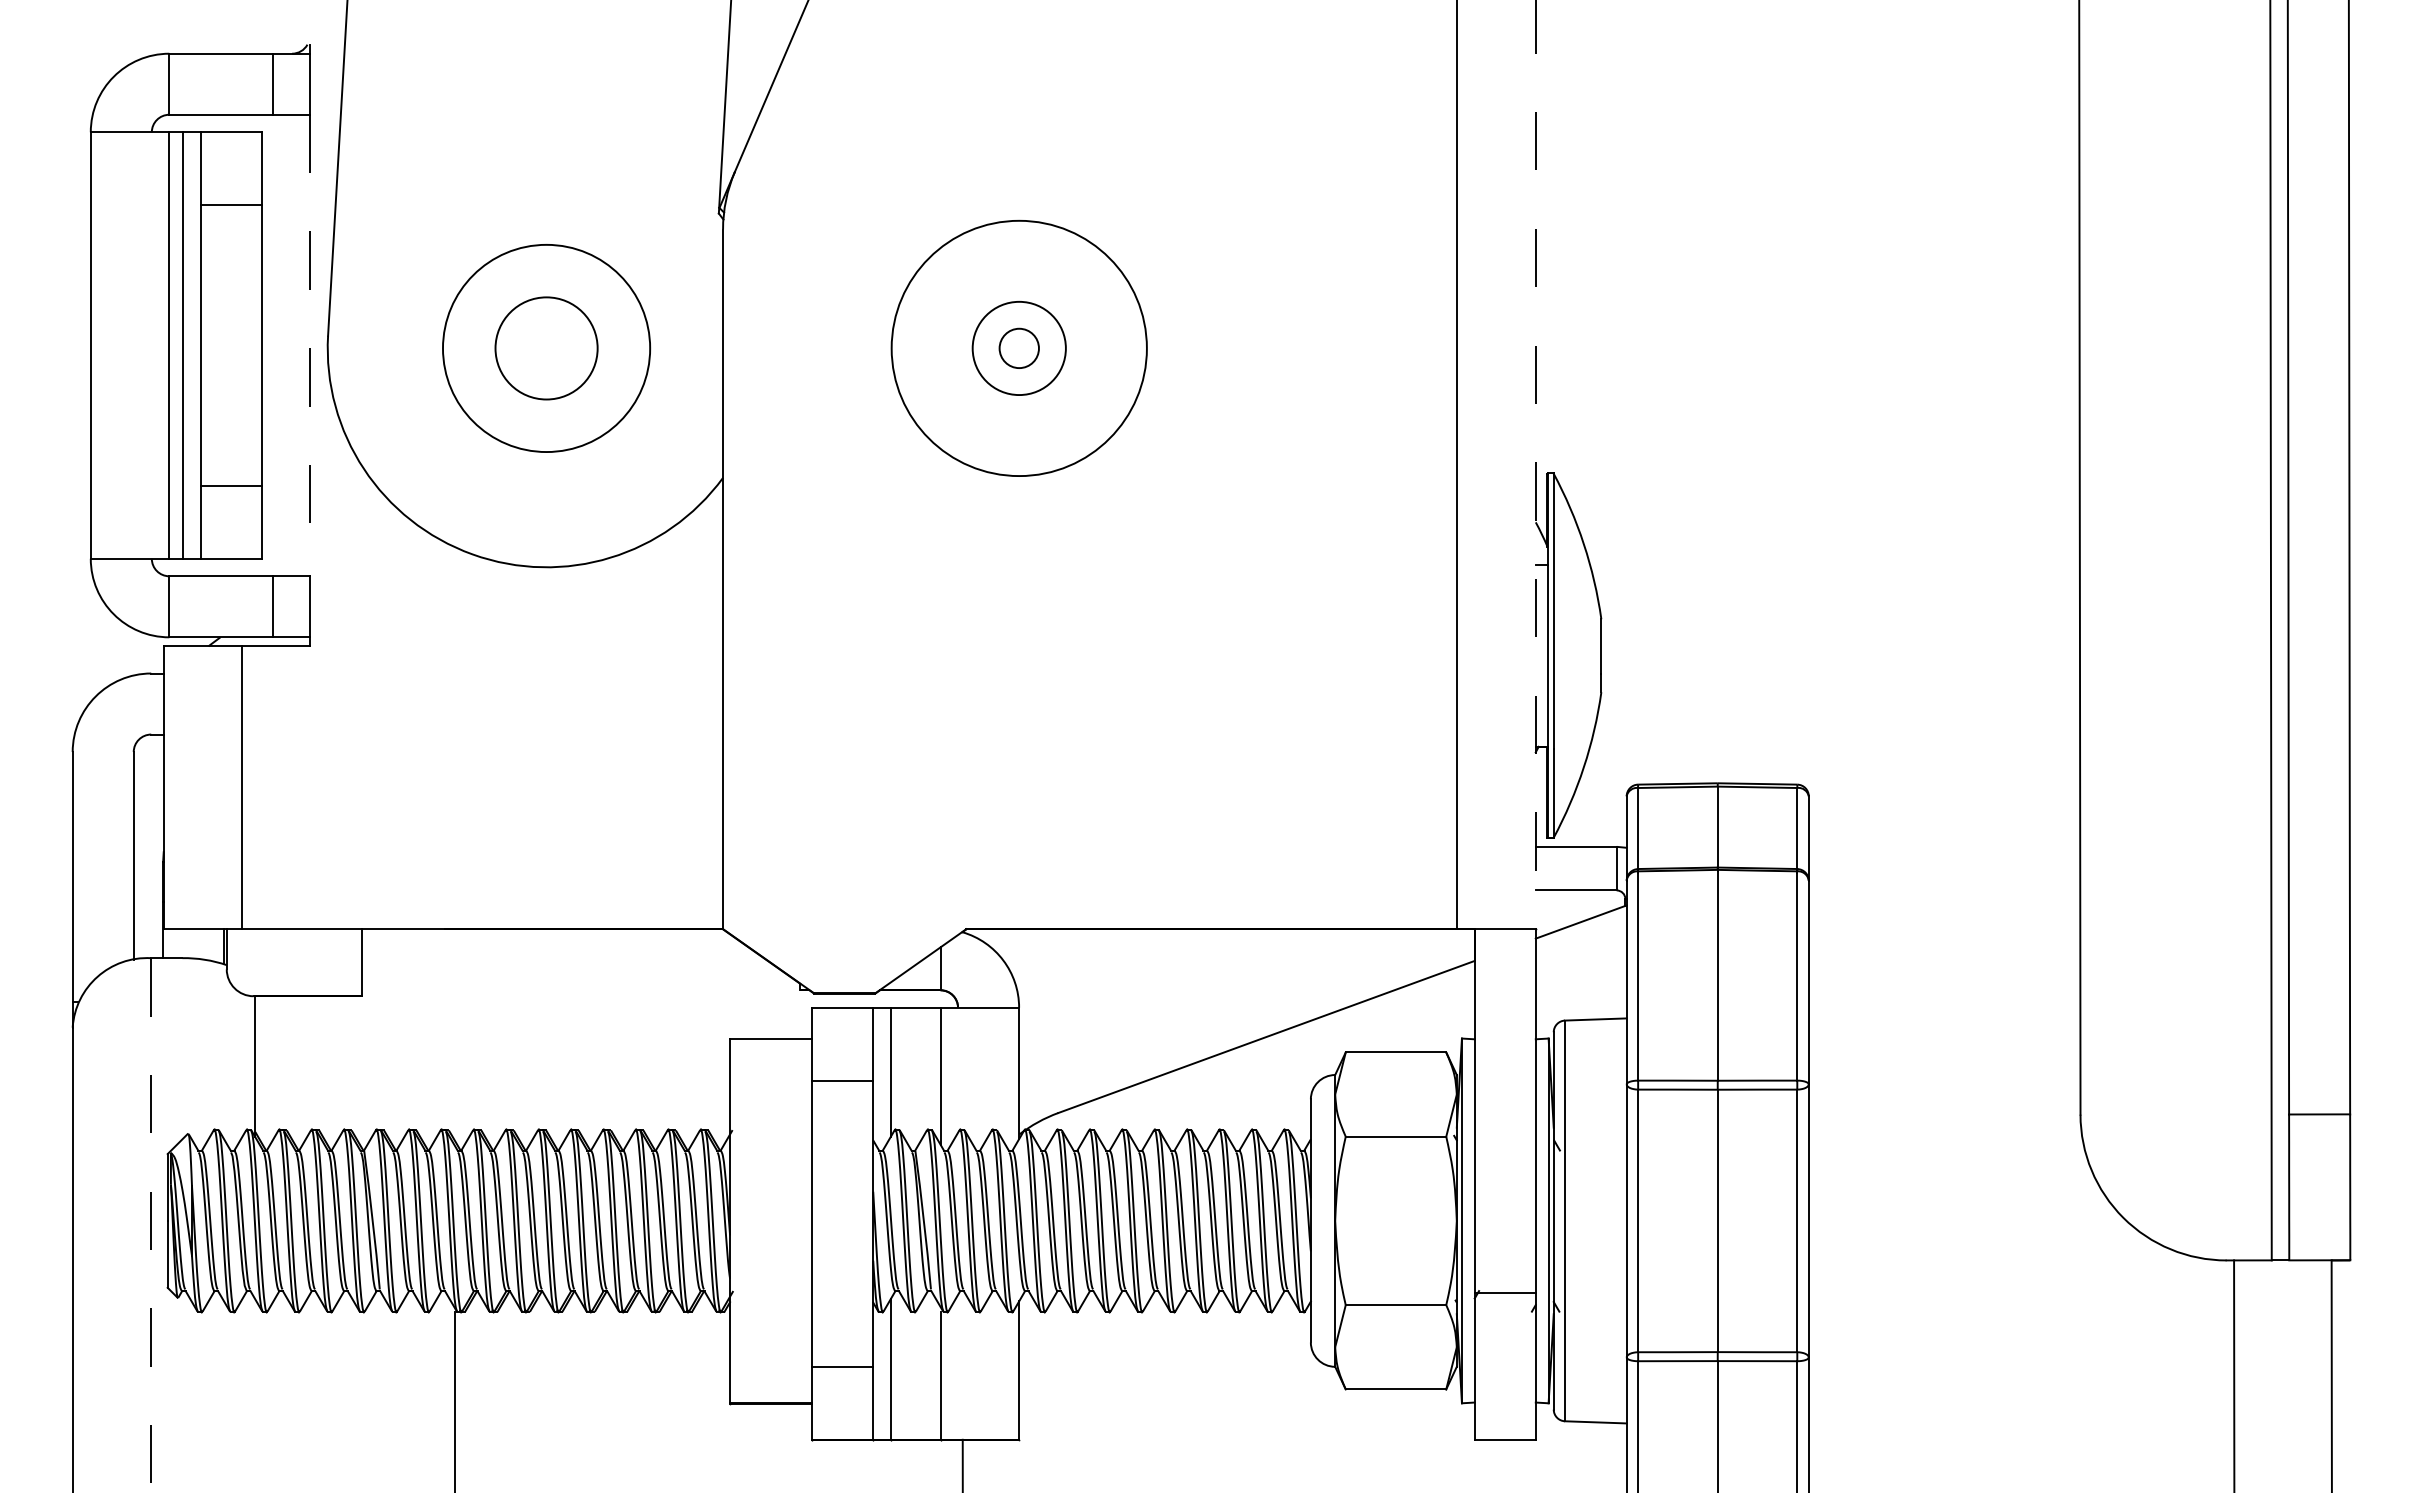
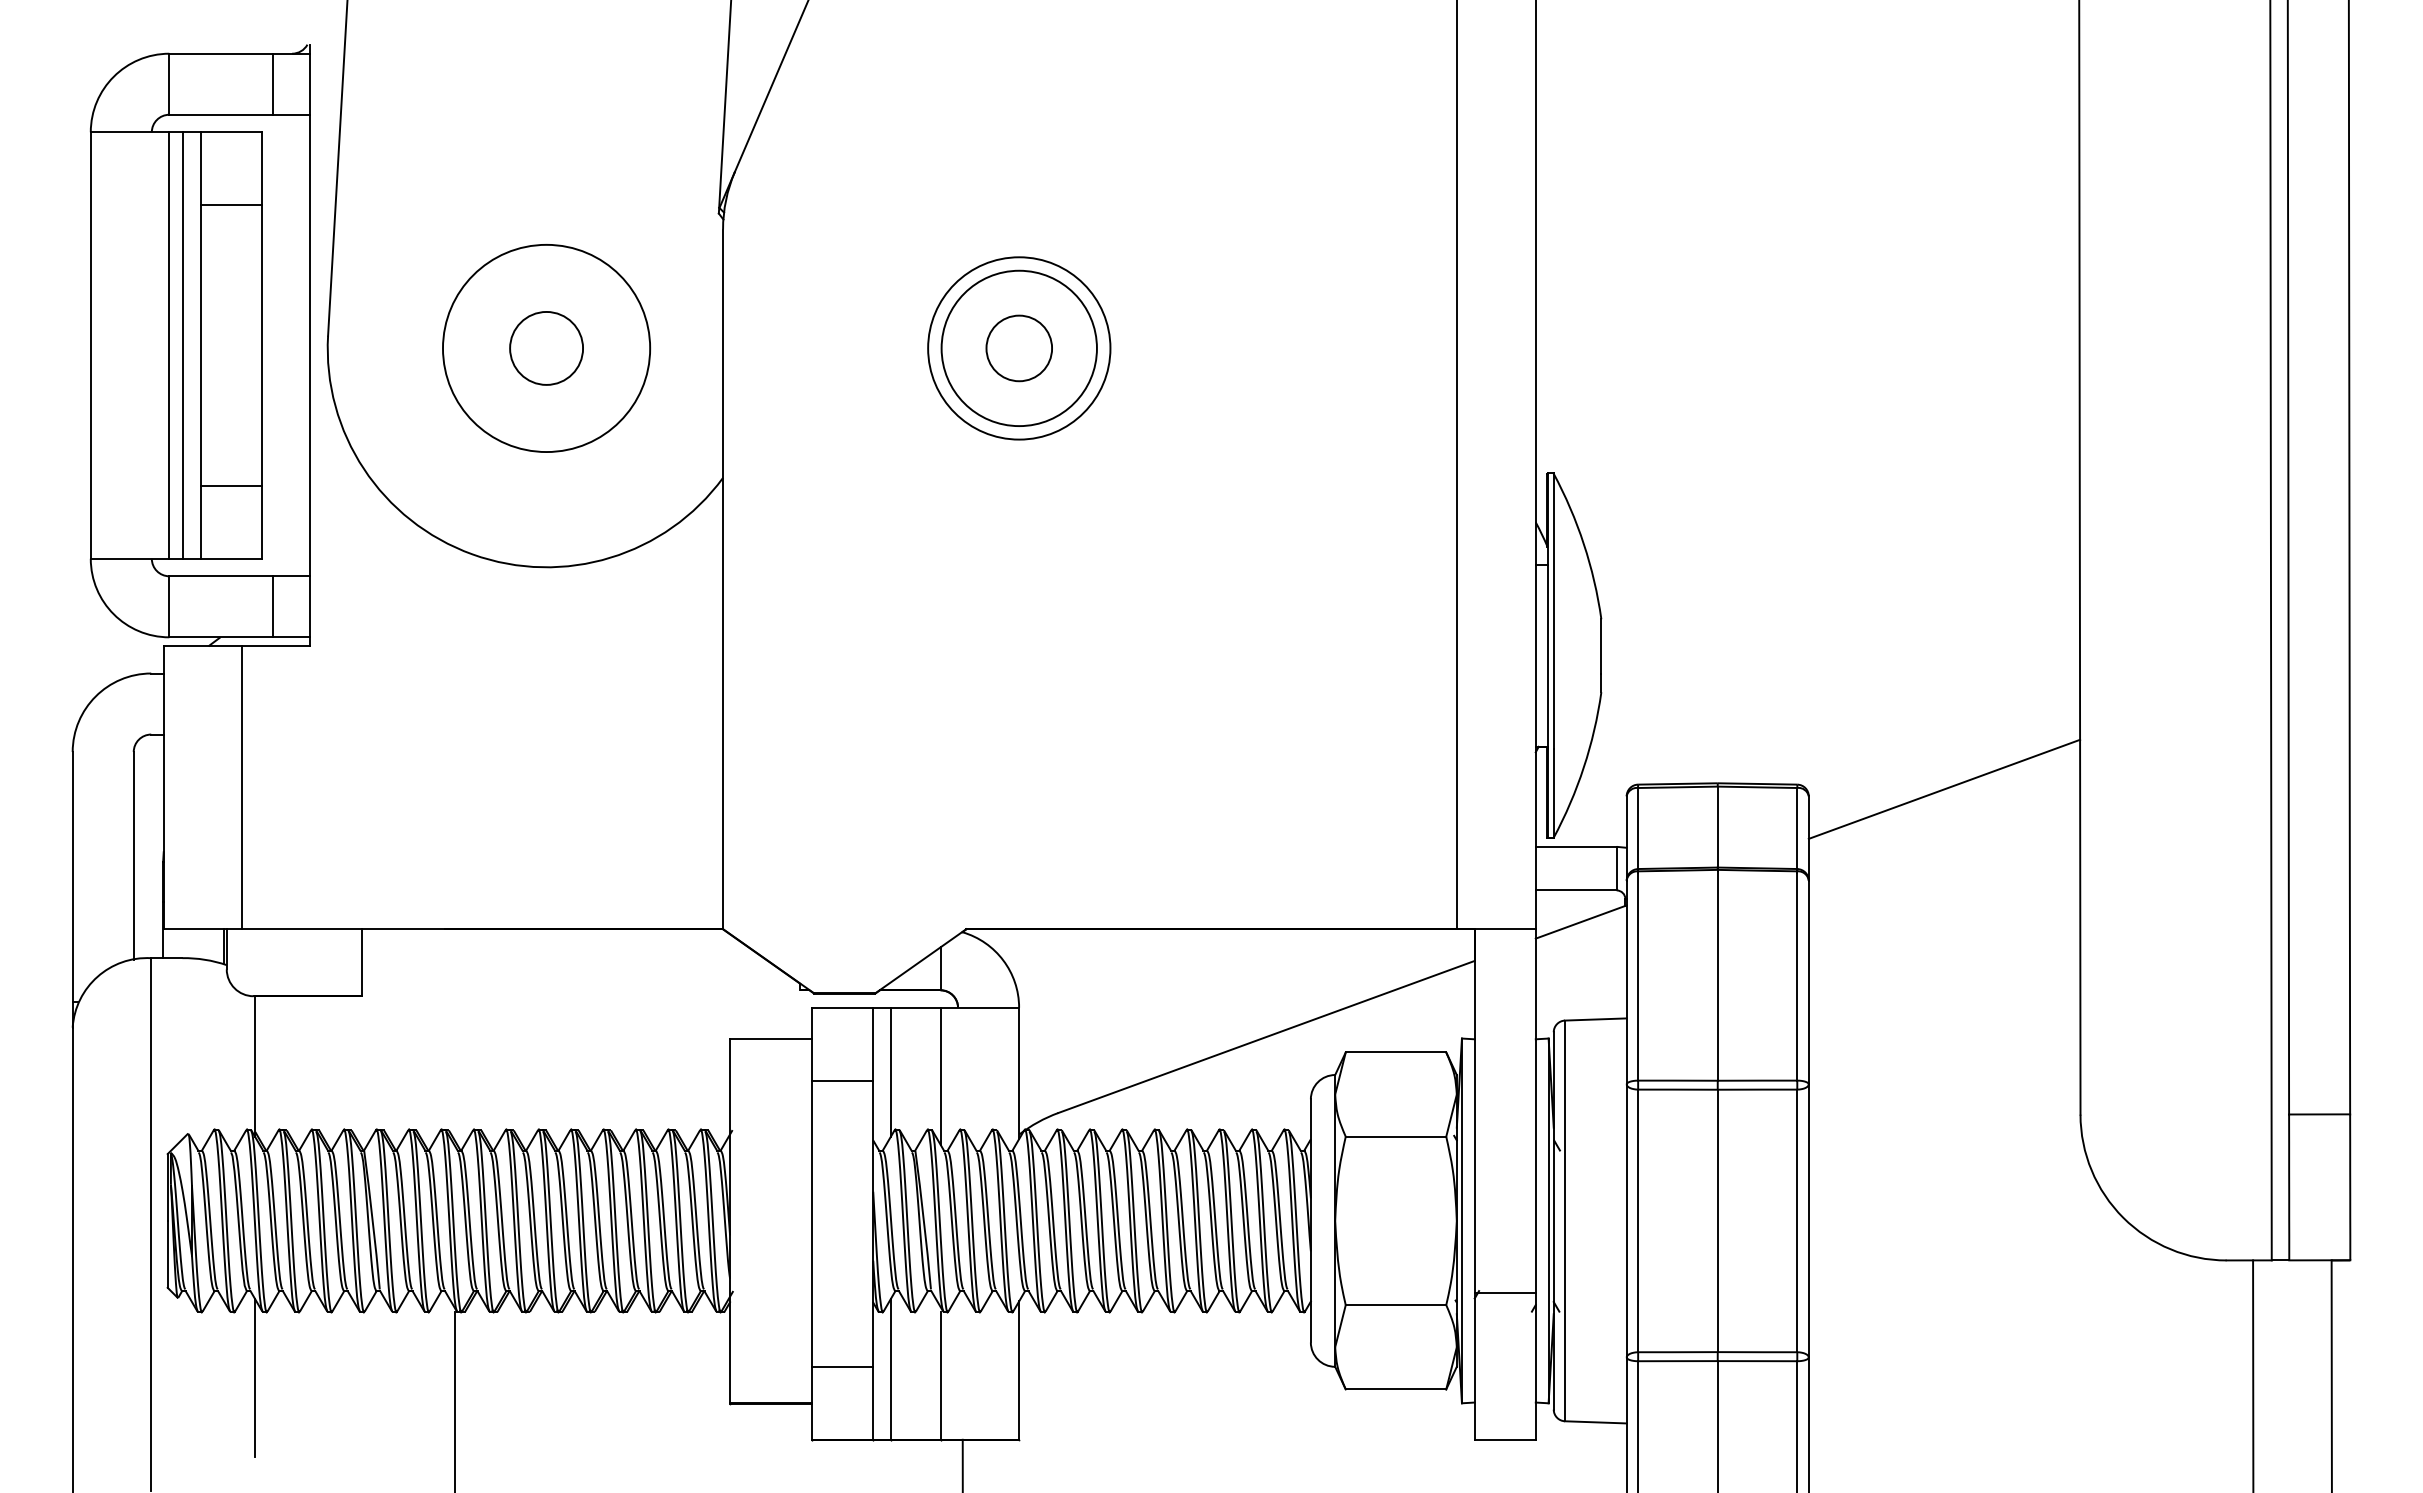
line at (309, 345): dashed -> solid
circle at (546, 348) diameter: 102 px -> 73 px
circle at (1018, 348) diameter: 255 px -> 182 px
circle at (1018, 348) diameter: 39 px -> 66 px
circle at (1018, 348) diameter: 93 px -> 155 px
line at (1535, 465): dashed -> solid
line at (1944, 788): none -> present
line at (151, 1224): dashed -> solid
line at (2234, 1374) position: (2234, 1374) -> (2253, 1374)
line at (255, 1377): none -> present
